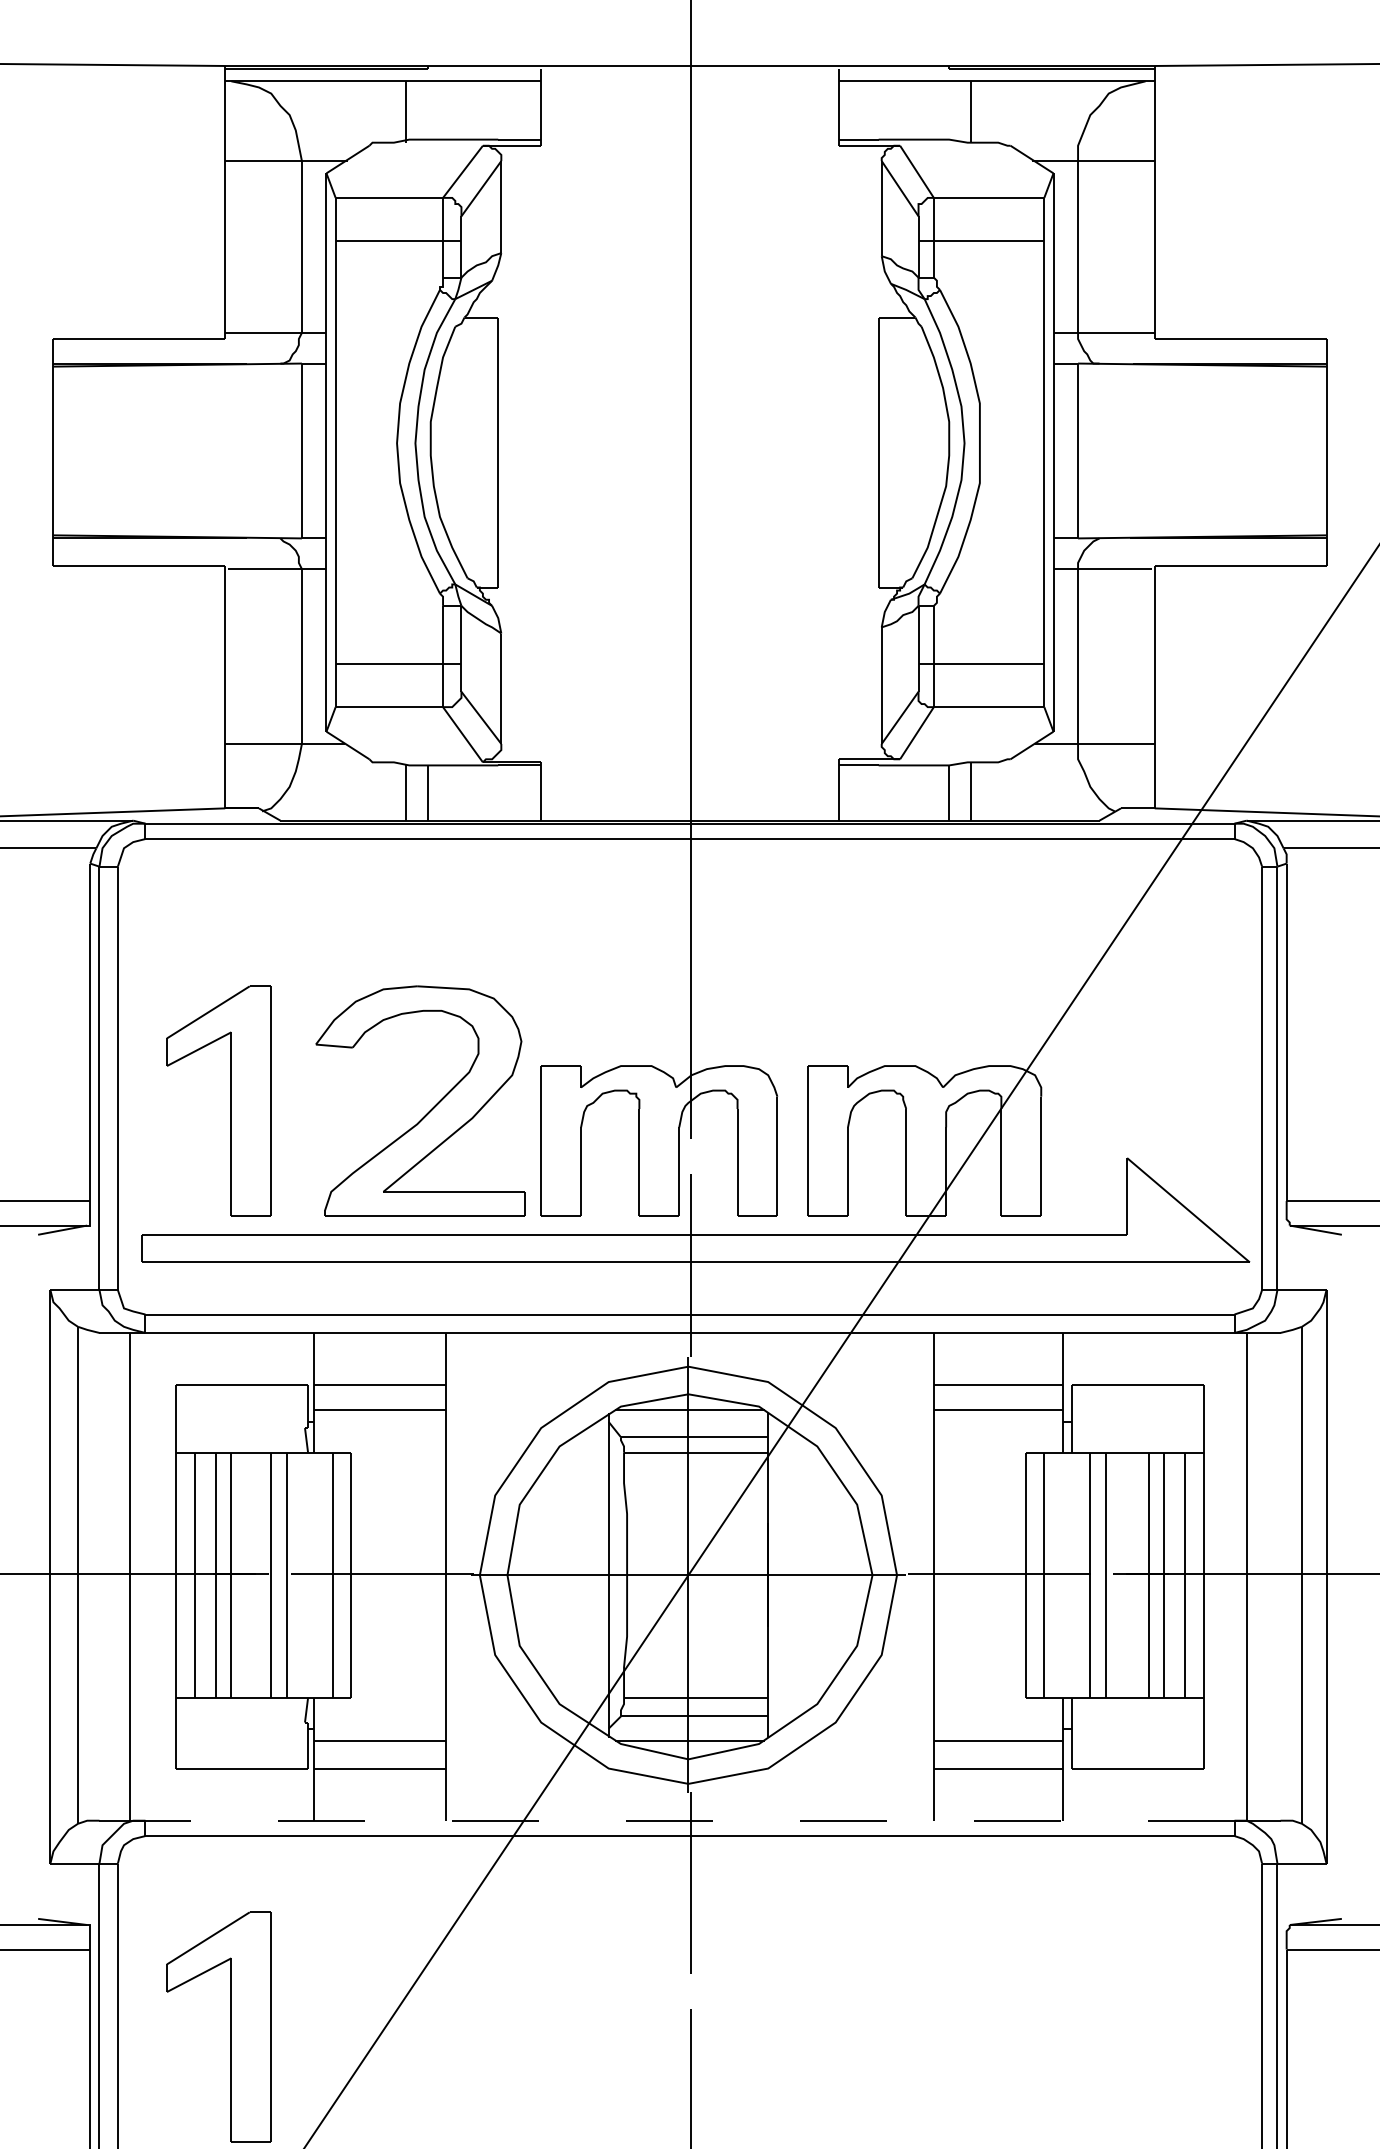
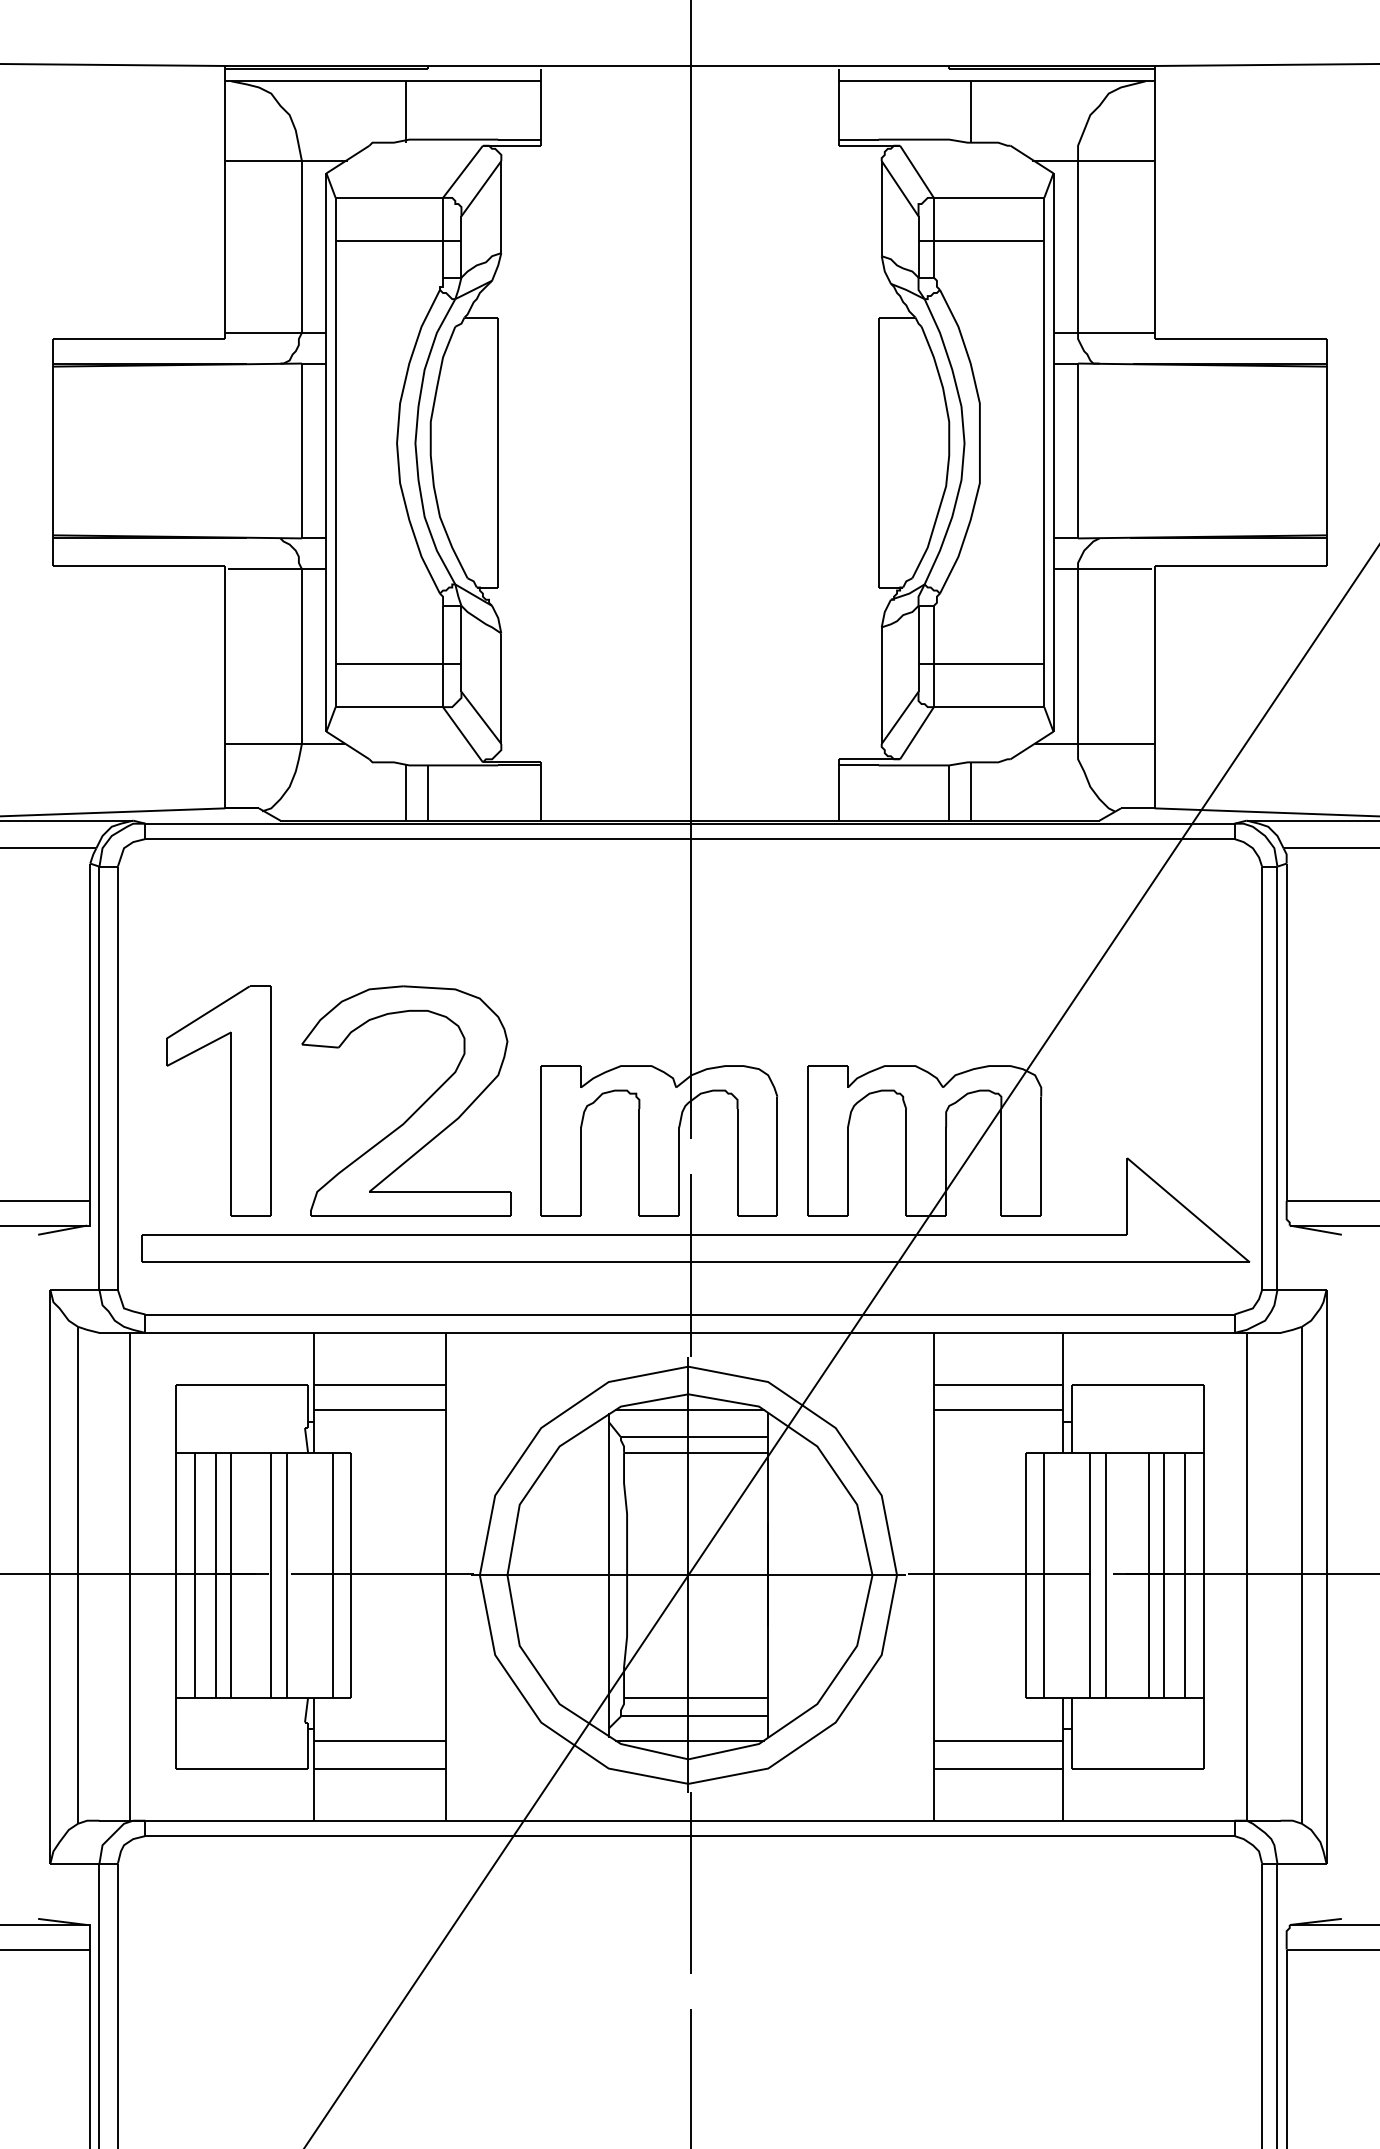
part at (430, 1109) position: (430, 1109) -> (416, 1109)
line at (690, 1820): dashed -> solid
part at (230, 2026): present -> none
